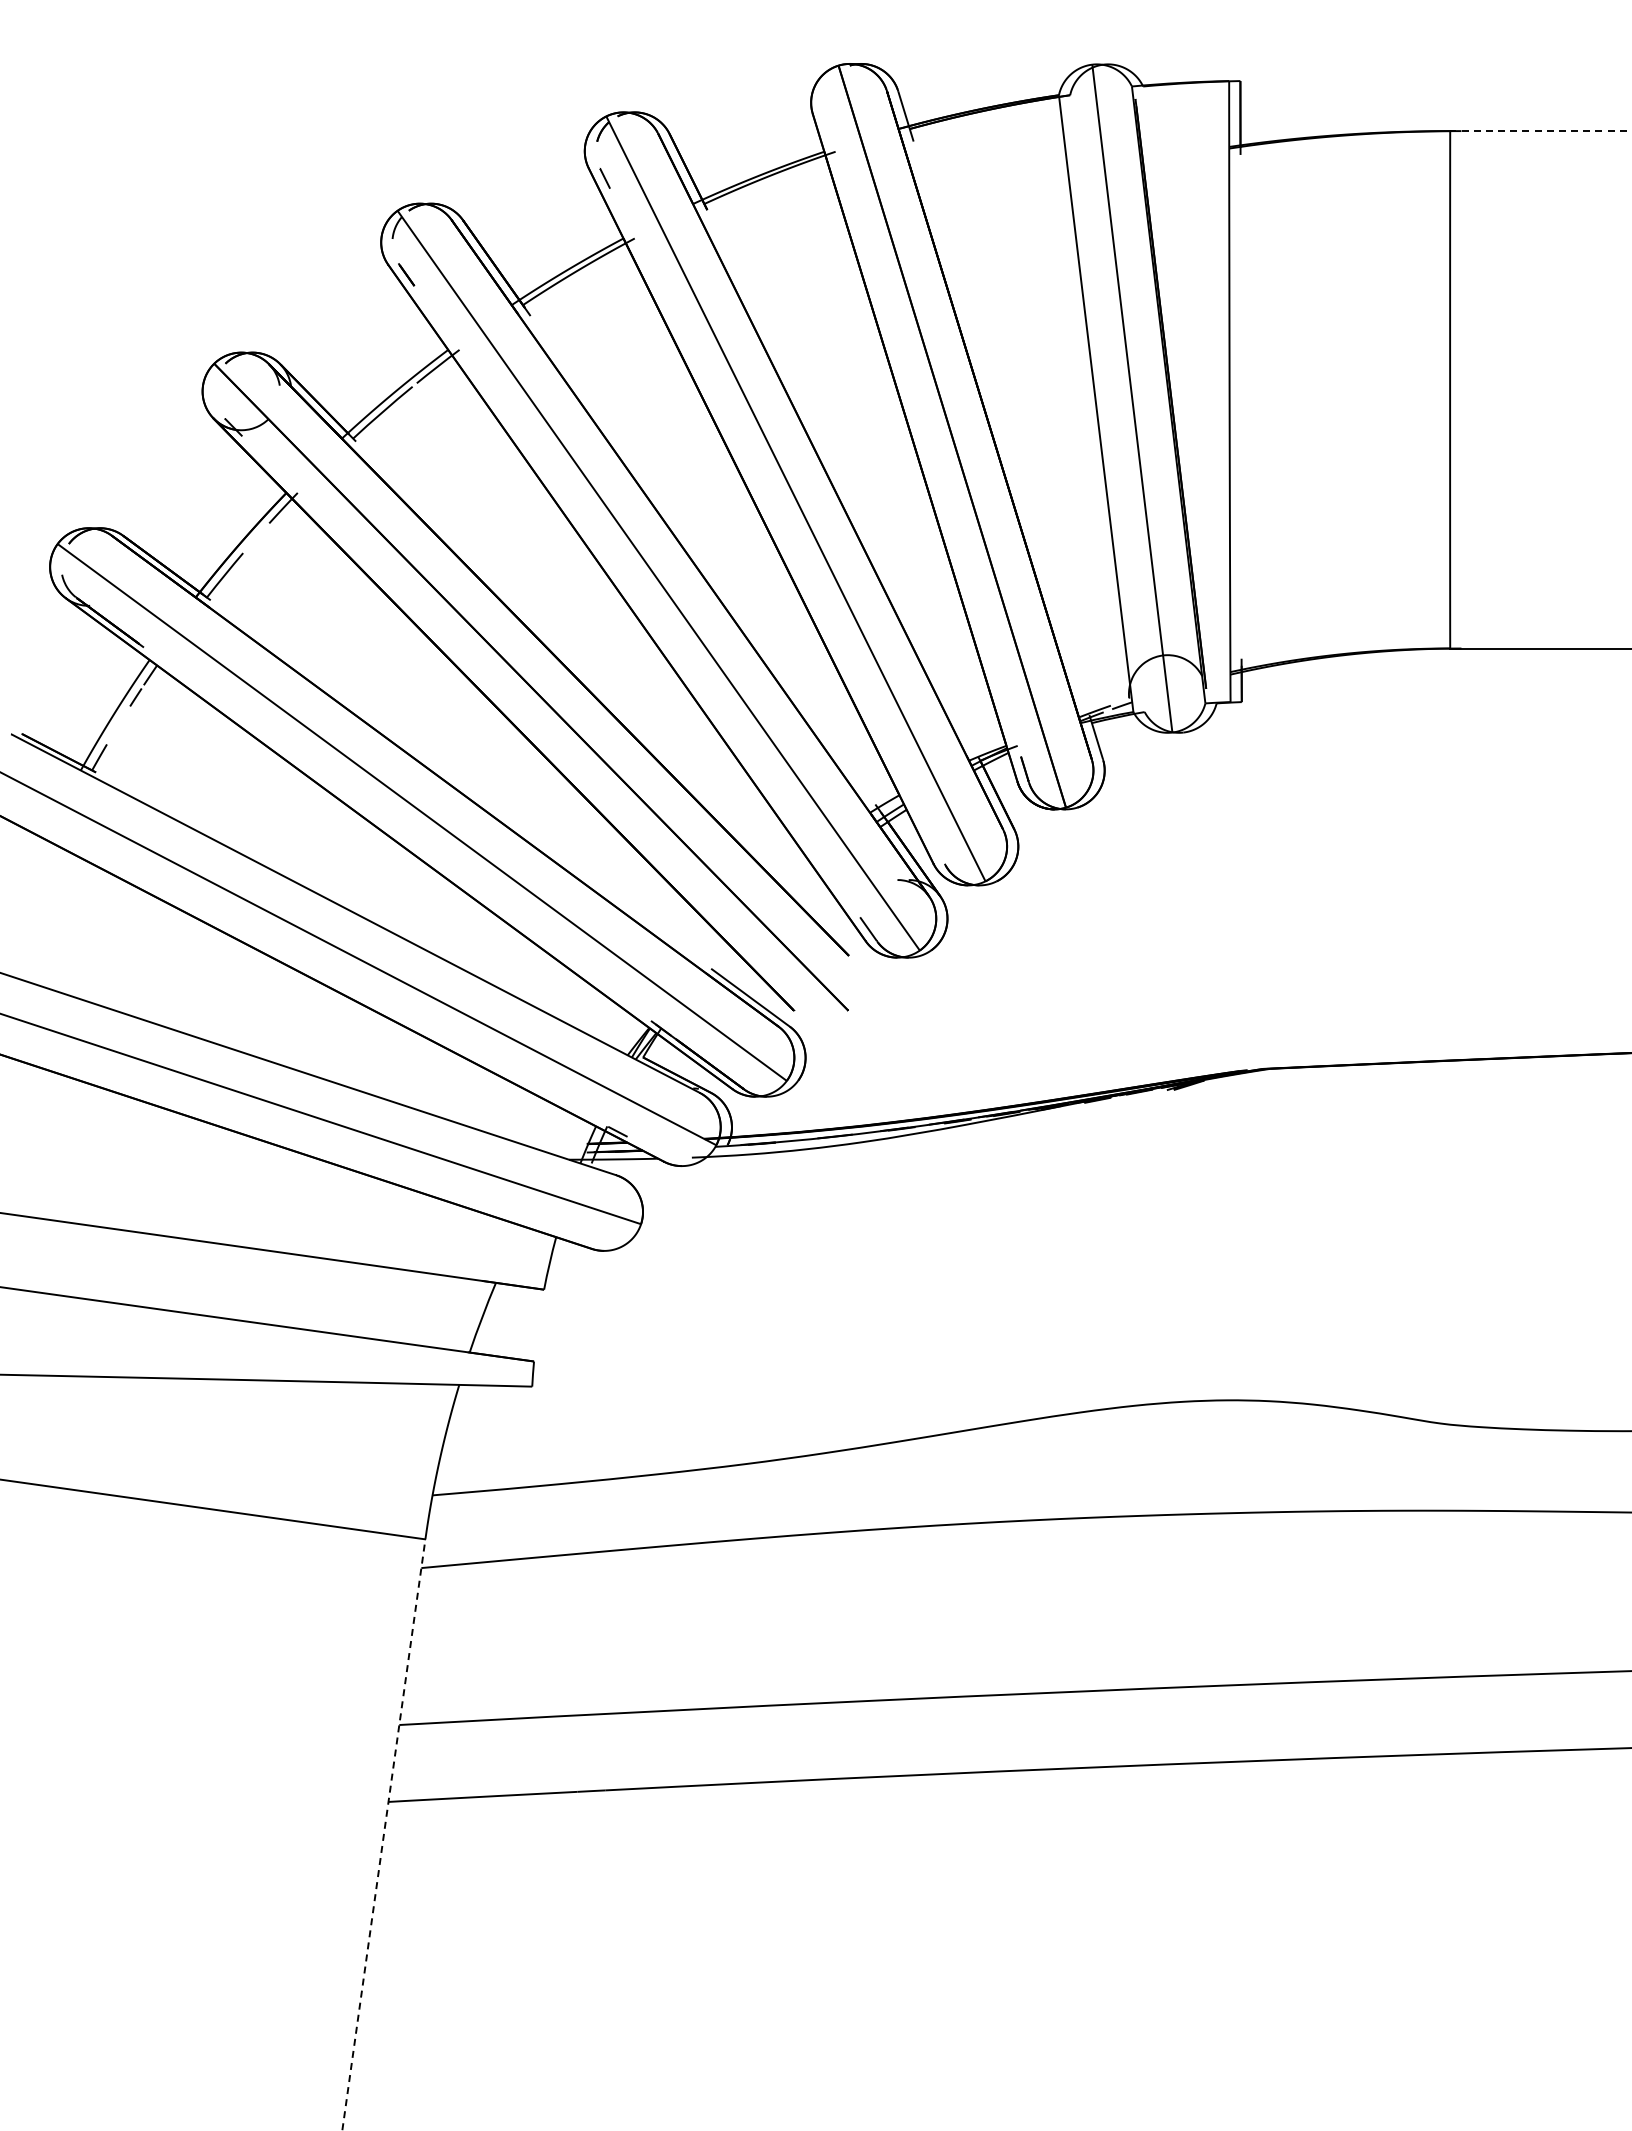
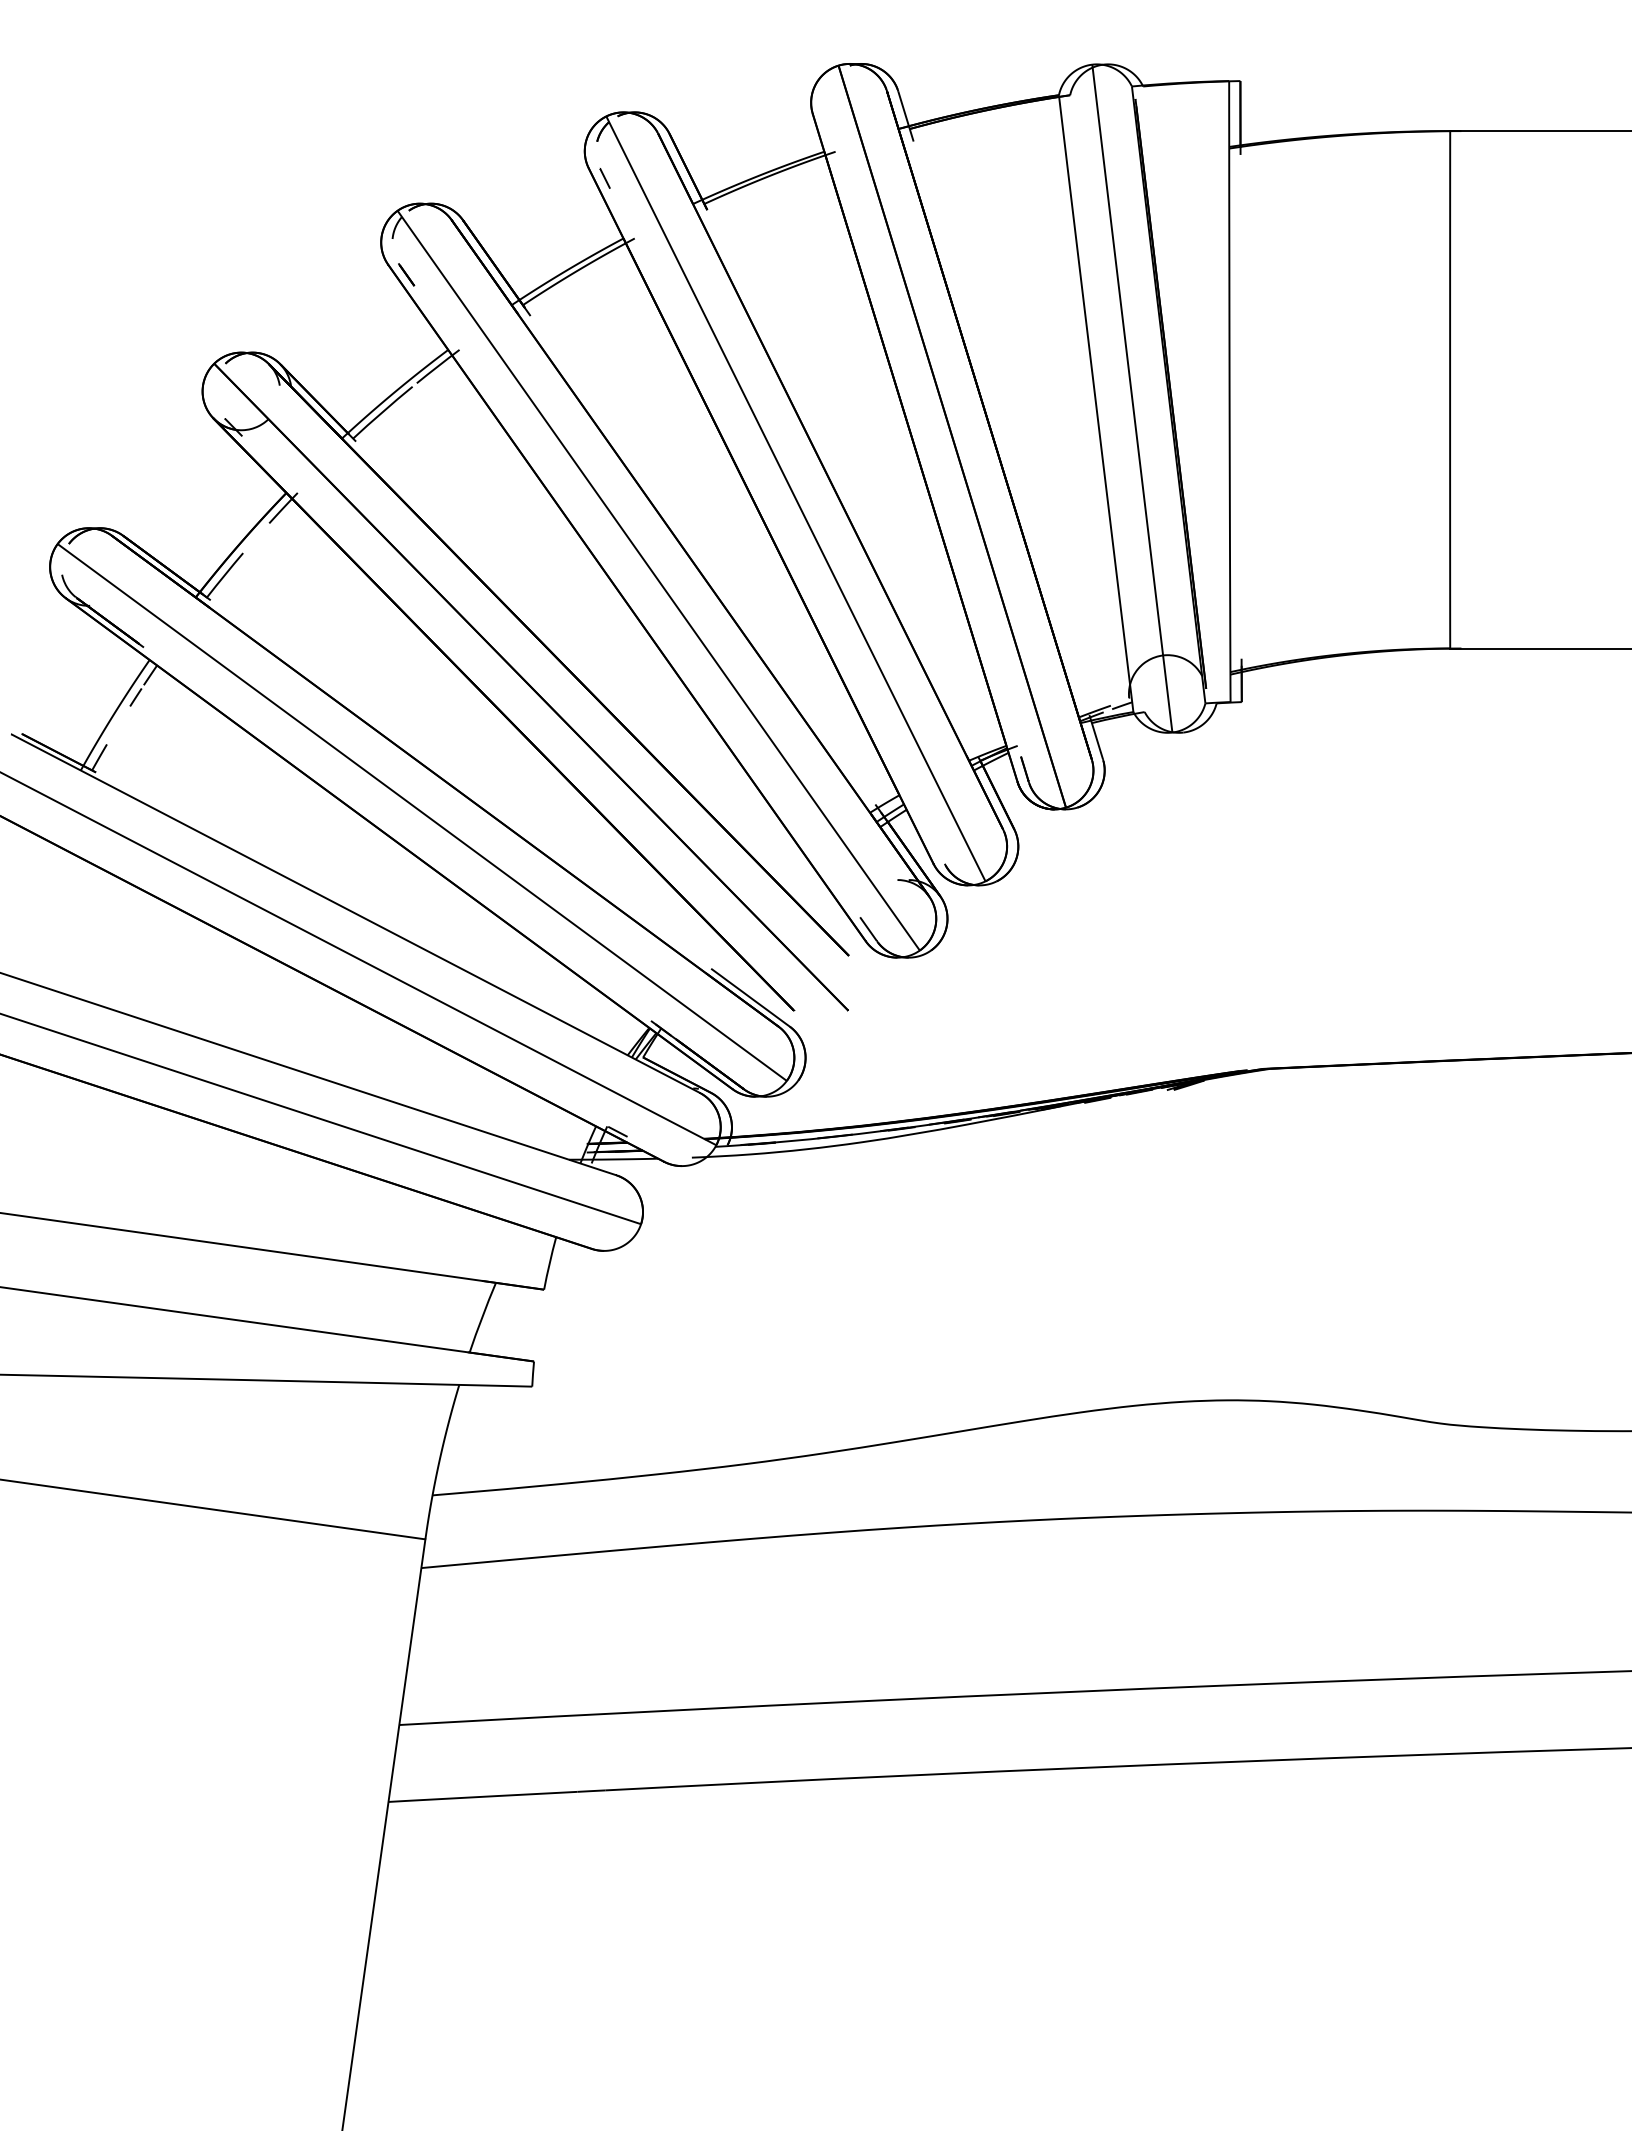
line at (1540, 131): dashed -> solid
line at (383, 1834): dashed -> solid
